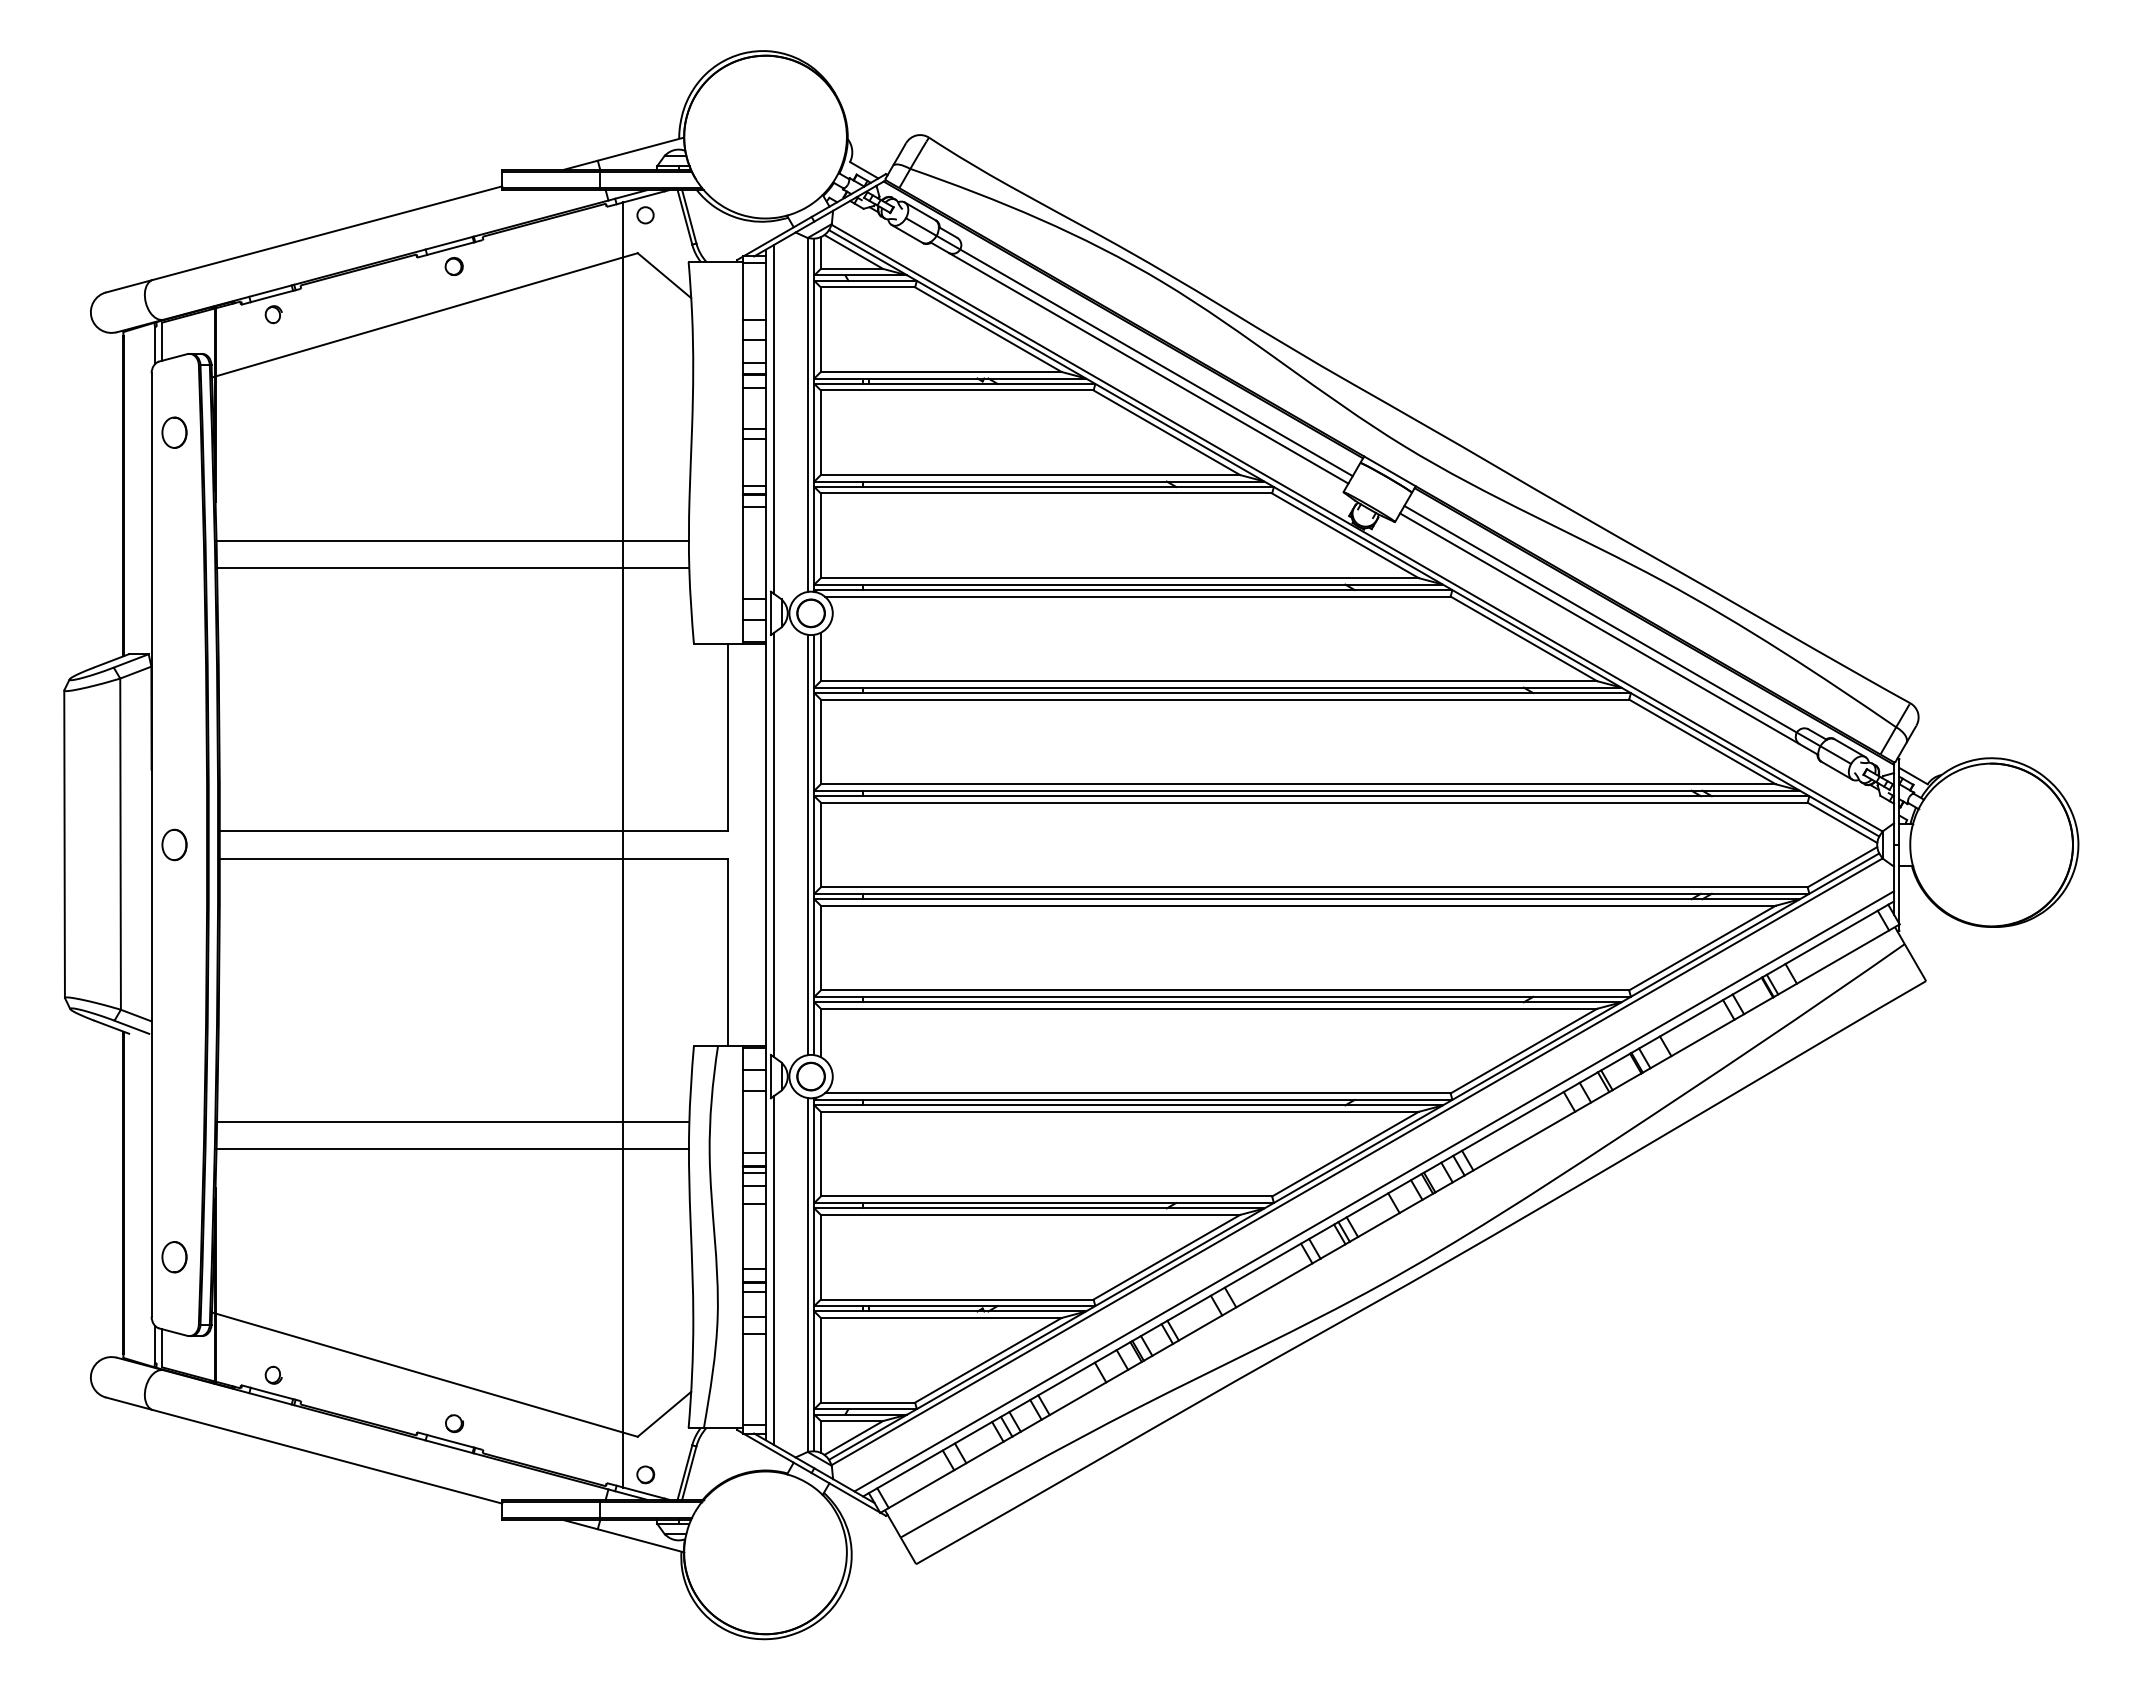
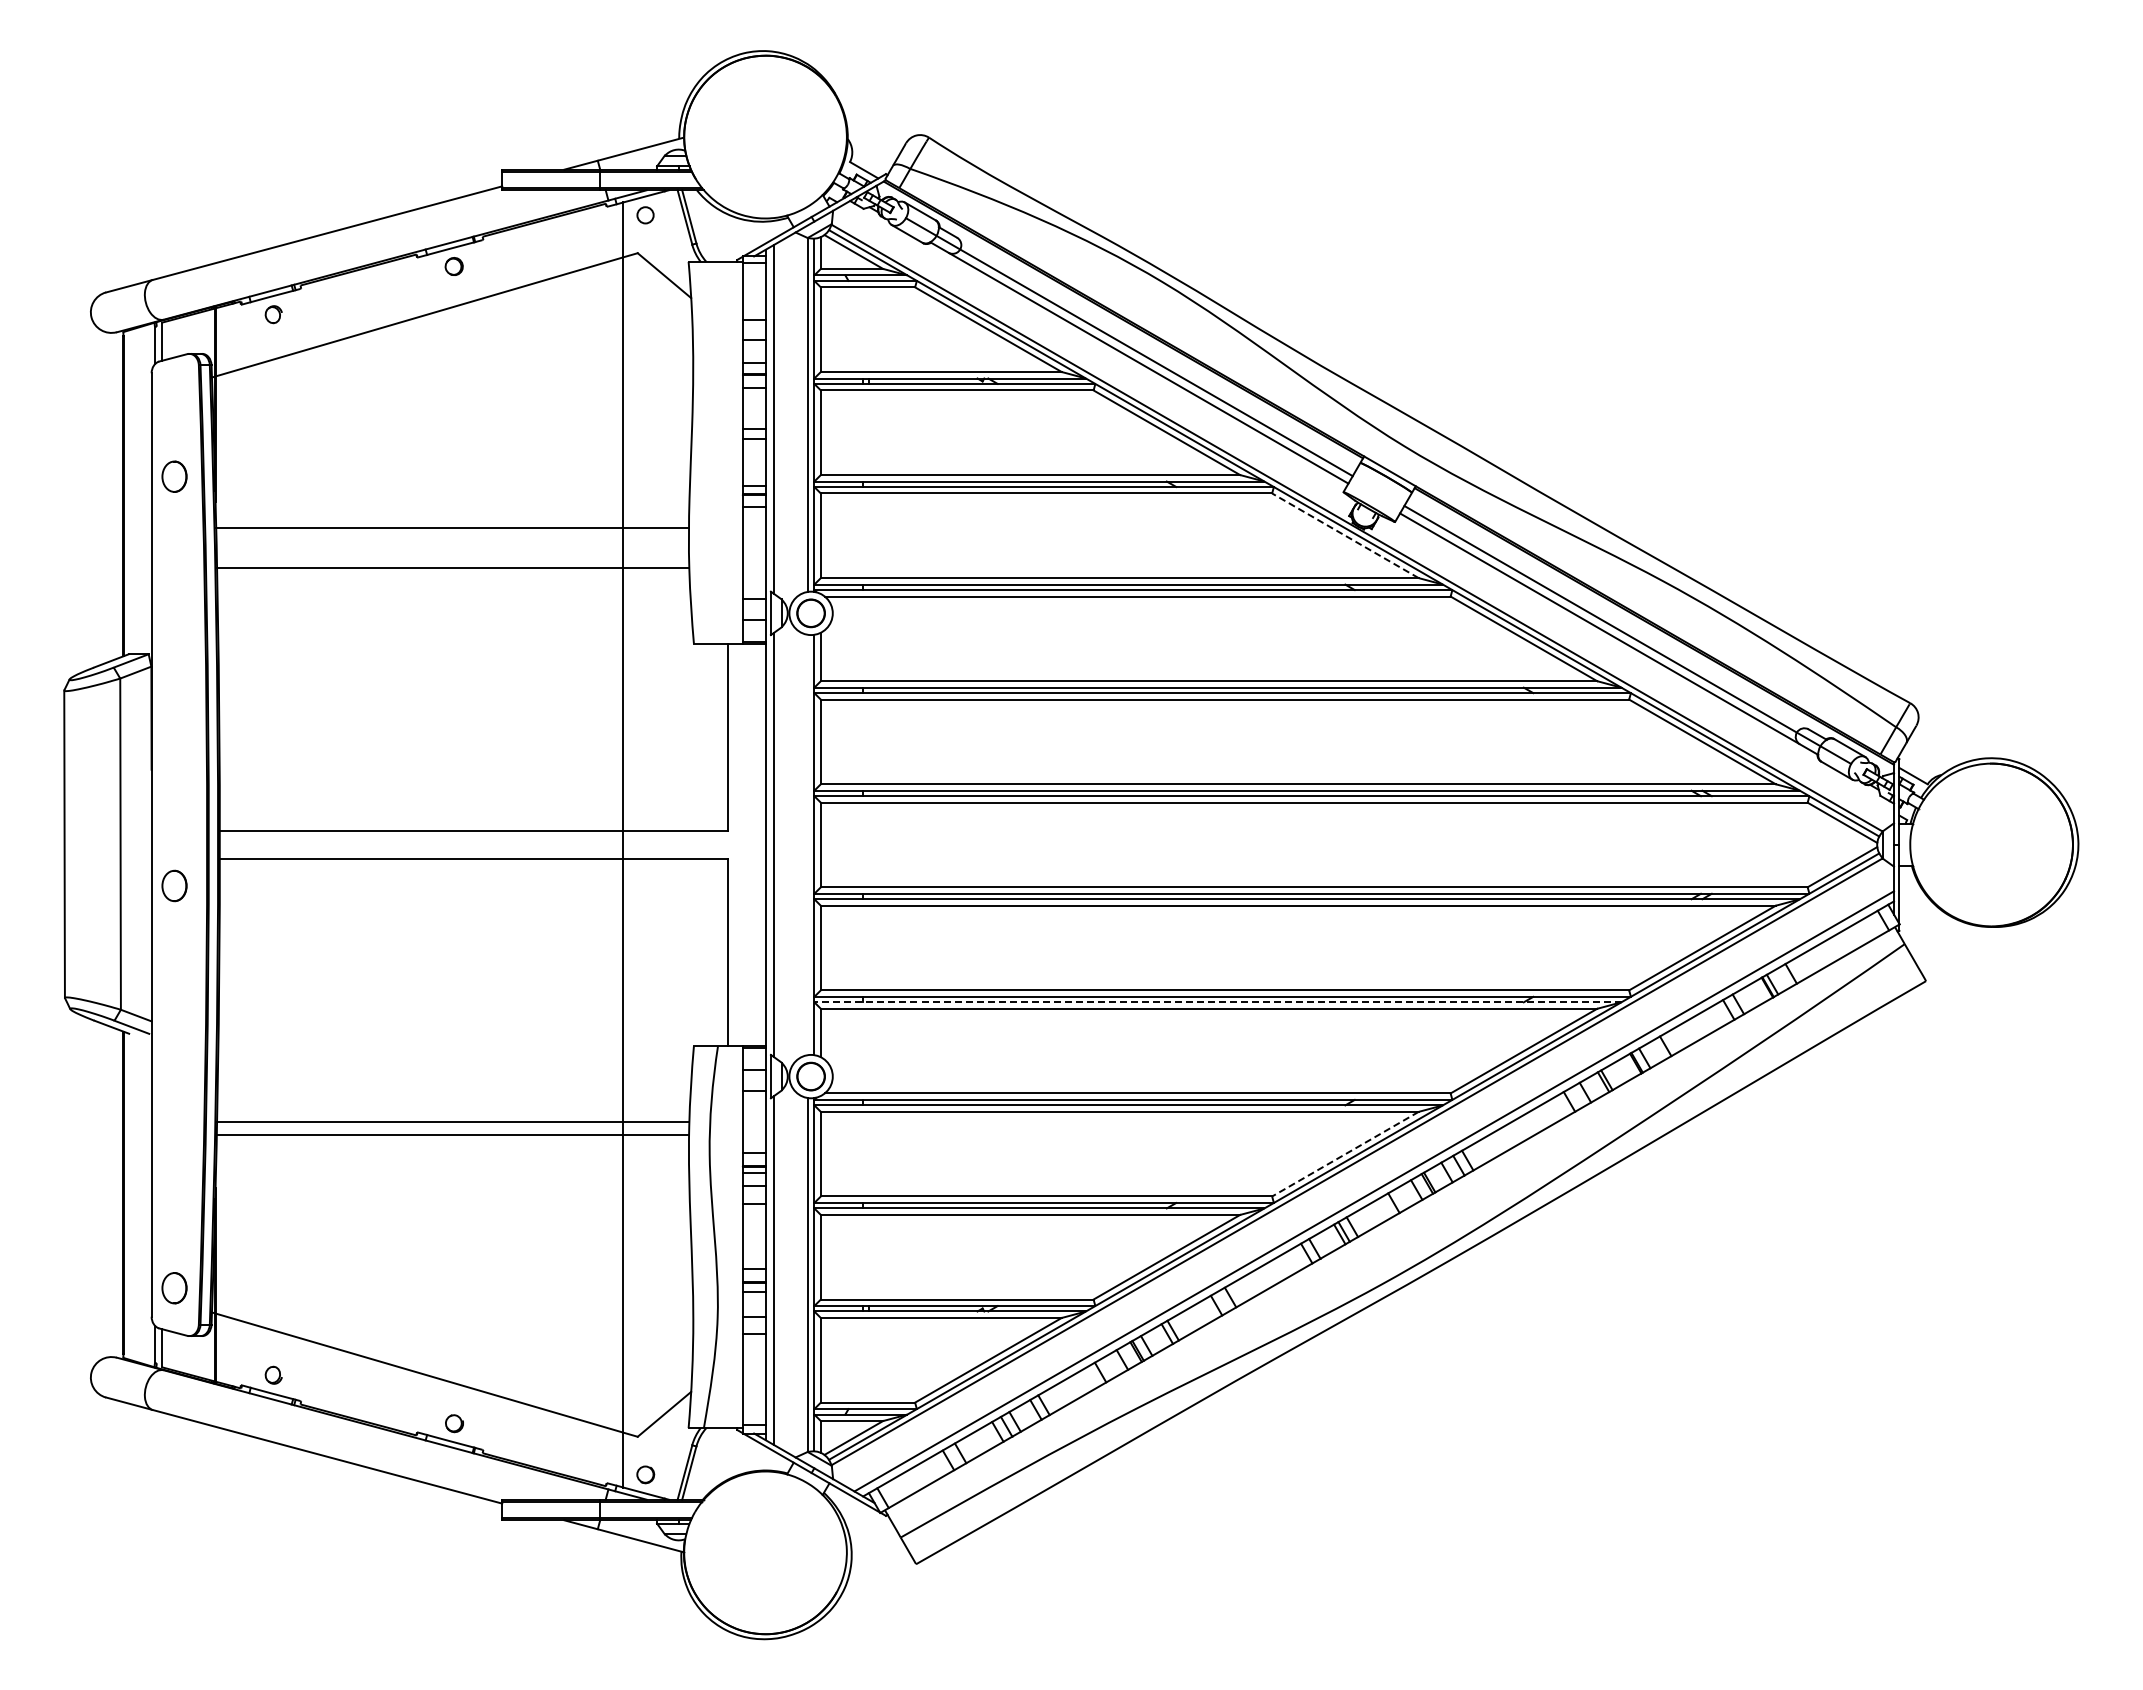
part at (174, 432) position: (174, 432) -> (174, 476)
line at (1345, 535): solid -> dashed
line at (452, 541) position: (452, 541) -> (452, 528)
part at (174, 844) position: (174, 844) -> (174, 885)
line at (808, 844): present -> none
line at (1217, 1002): solid -> dashed
line at (452, 1148) position: (452, 1148) -> (452, 1134)
line at (1345, 1154): solid -> dashed
part at (174, 1257) position: (174, 1257) -> (174, 1288)
